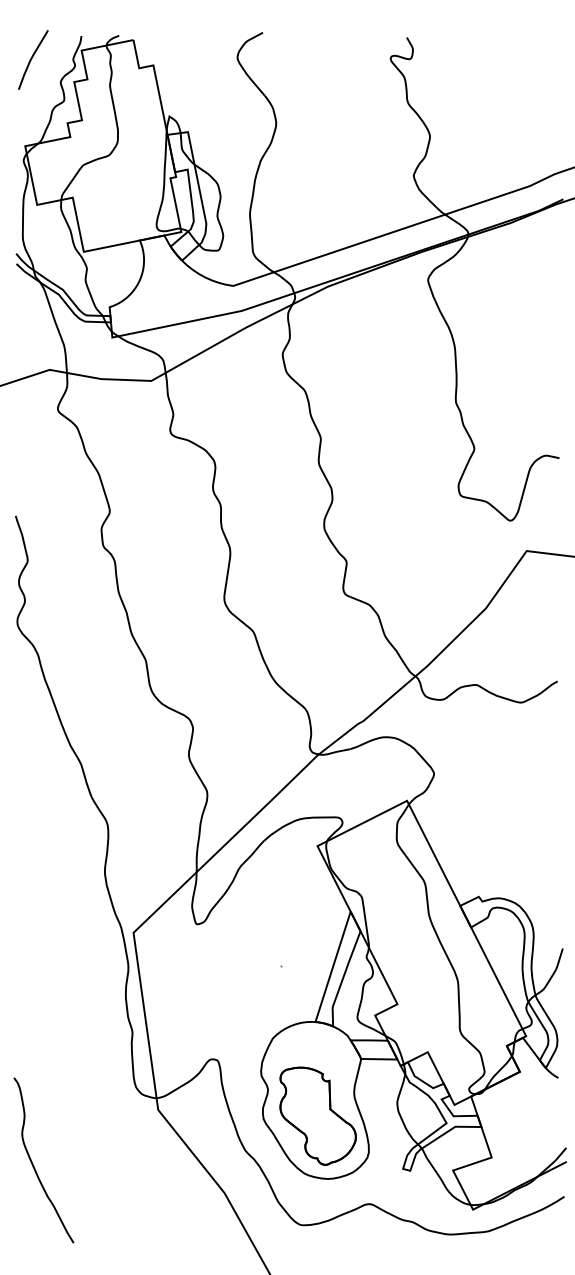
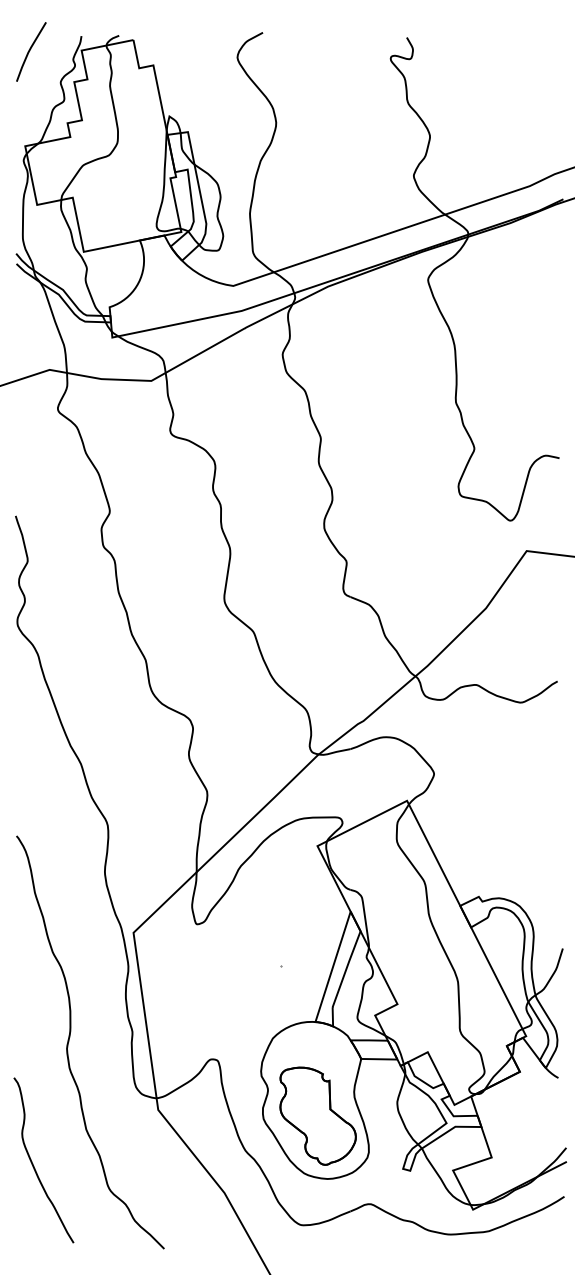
line at (32, 58) position: (32, 58) -> (30, 50)
curve at (70, 1037): none -> present
